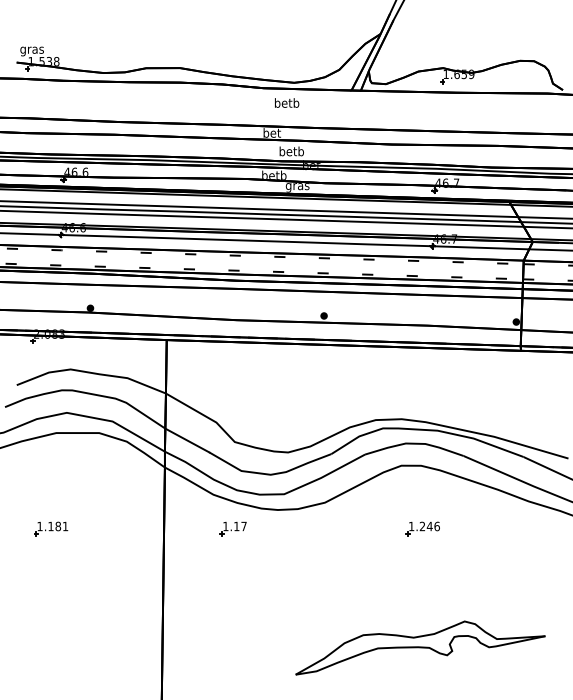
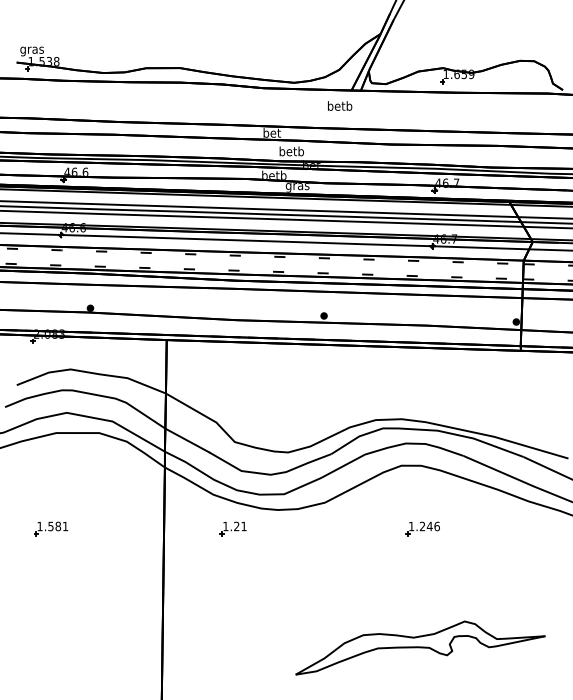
text at (287, 102) position: (287, 102) -> (340, 105)
text at (50, 526): 1.181 -> 1.581
text at (240, 526): 1.17 -> 1.21
